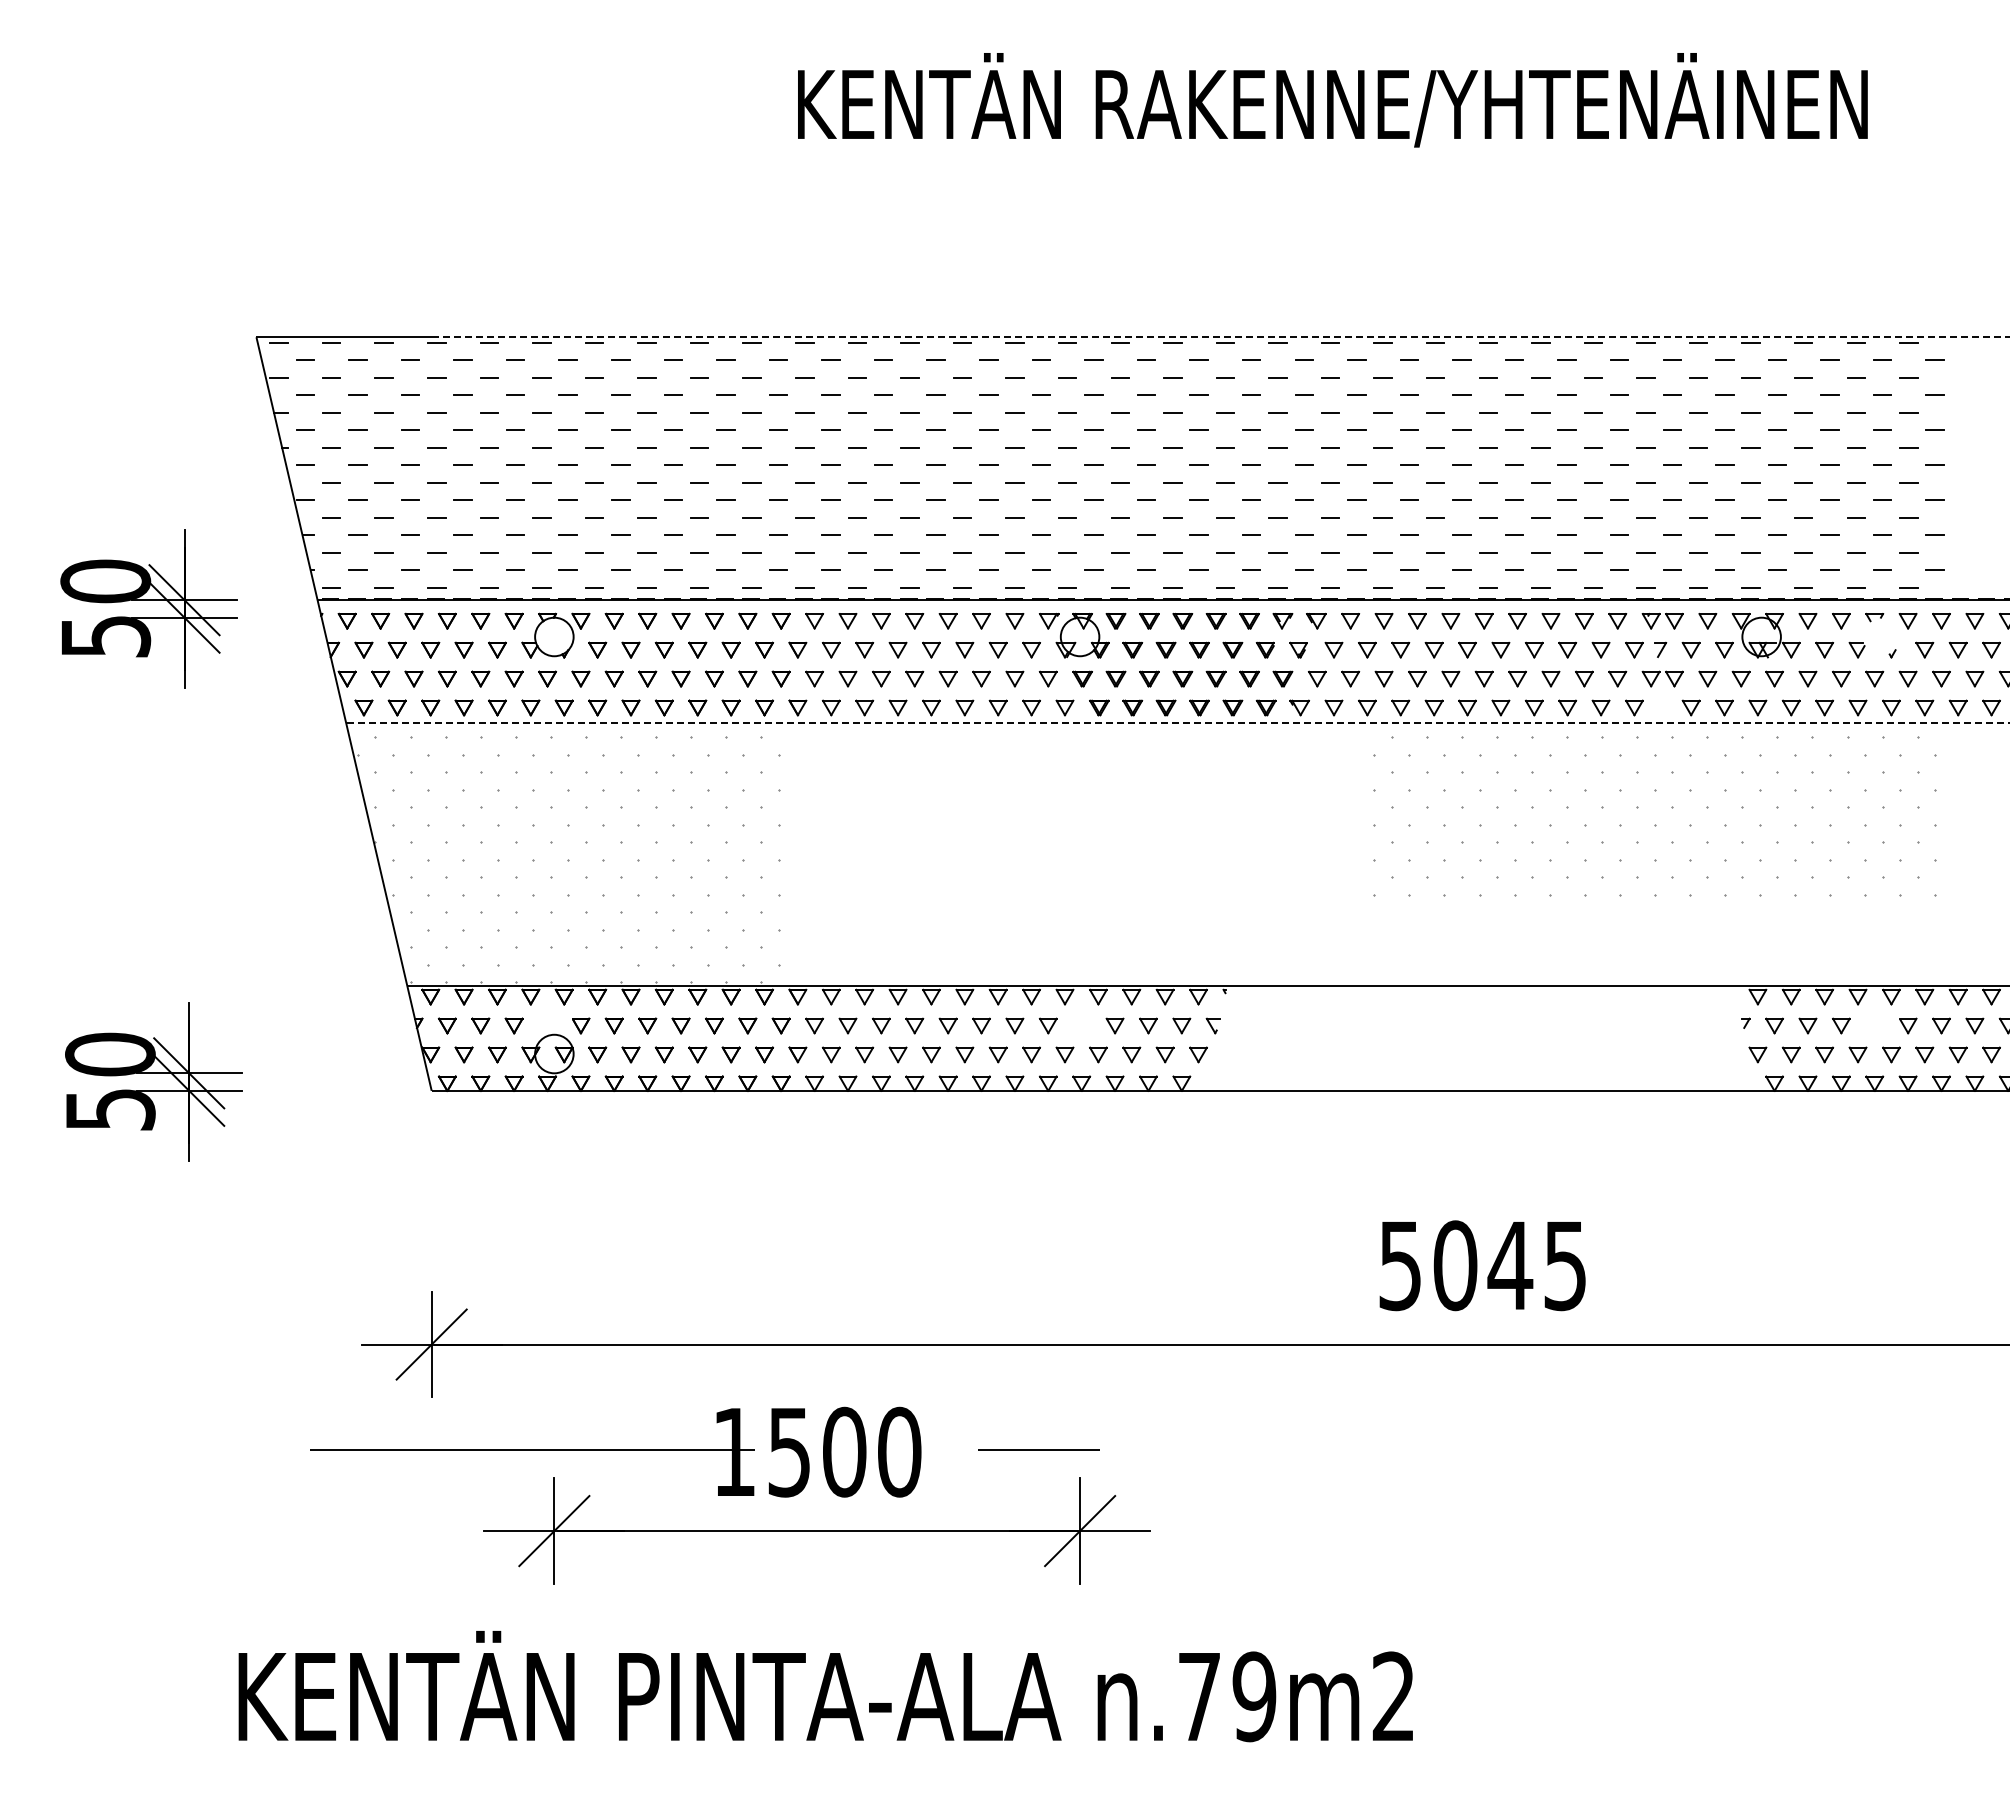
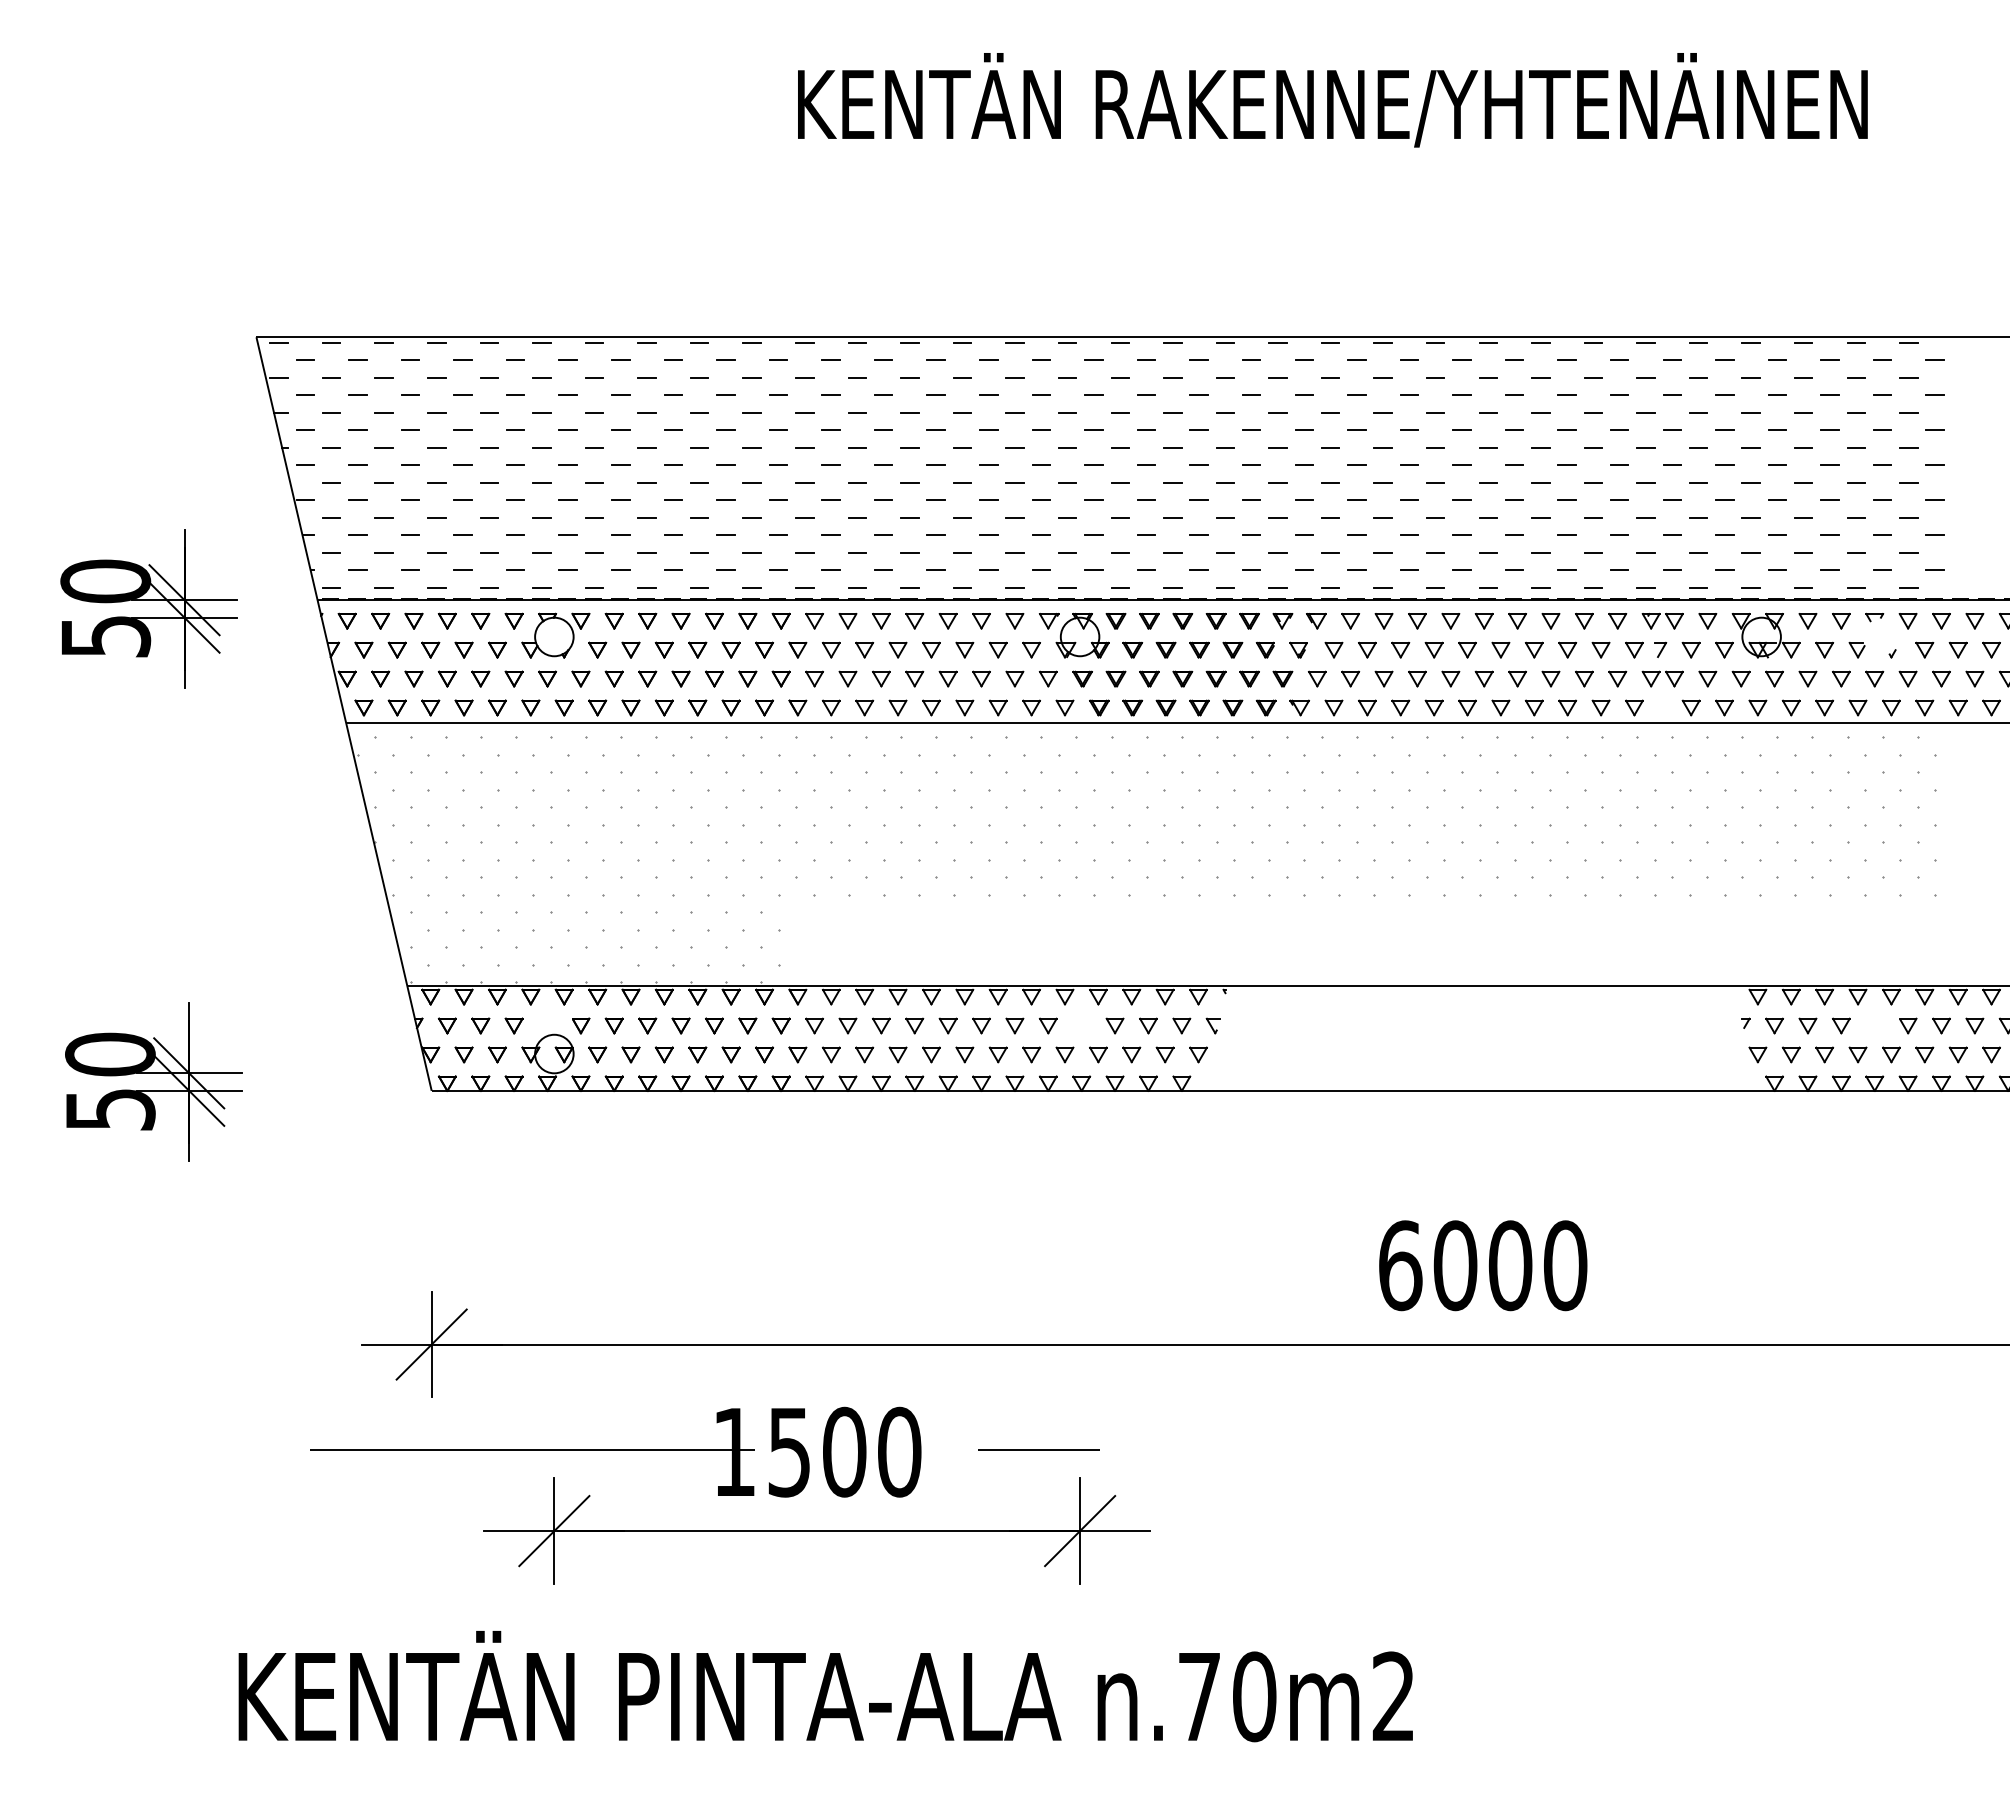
line at (1220, 337): dashed -> solid
line at (1177, 722): dashed -> solid
part at (1076, 808): none -> present
text at (1483, 1265): 5045 -> 6000
text at (1254, 1696): n.79m2 -> n.70m2
